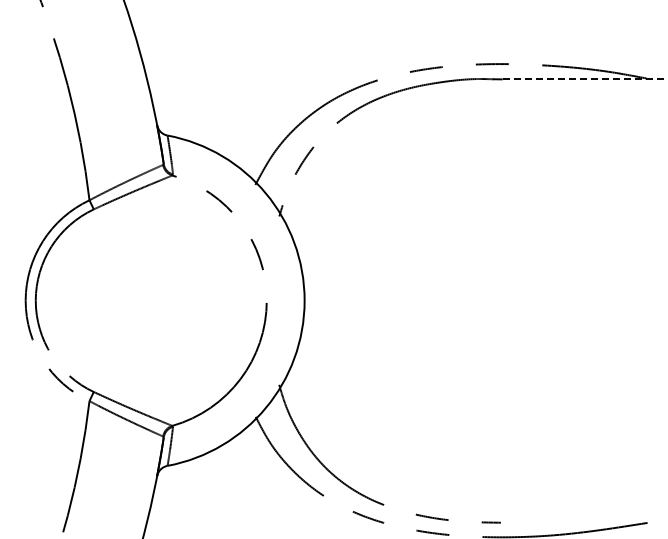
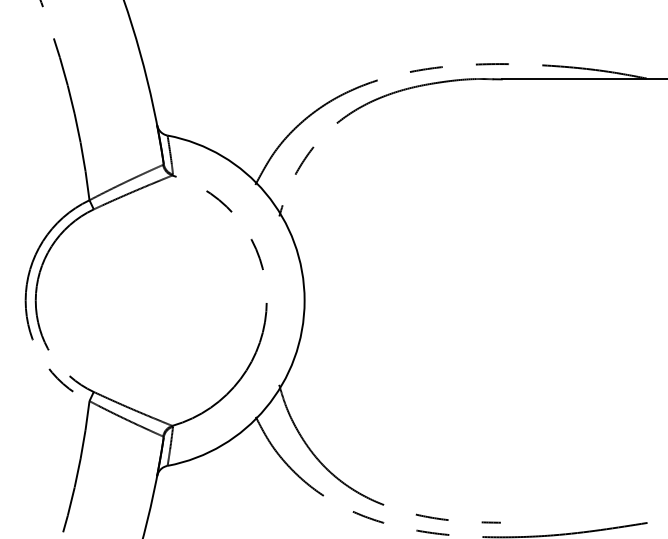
line at (584, 78): dashed -> solid
